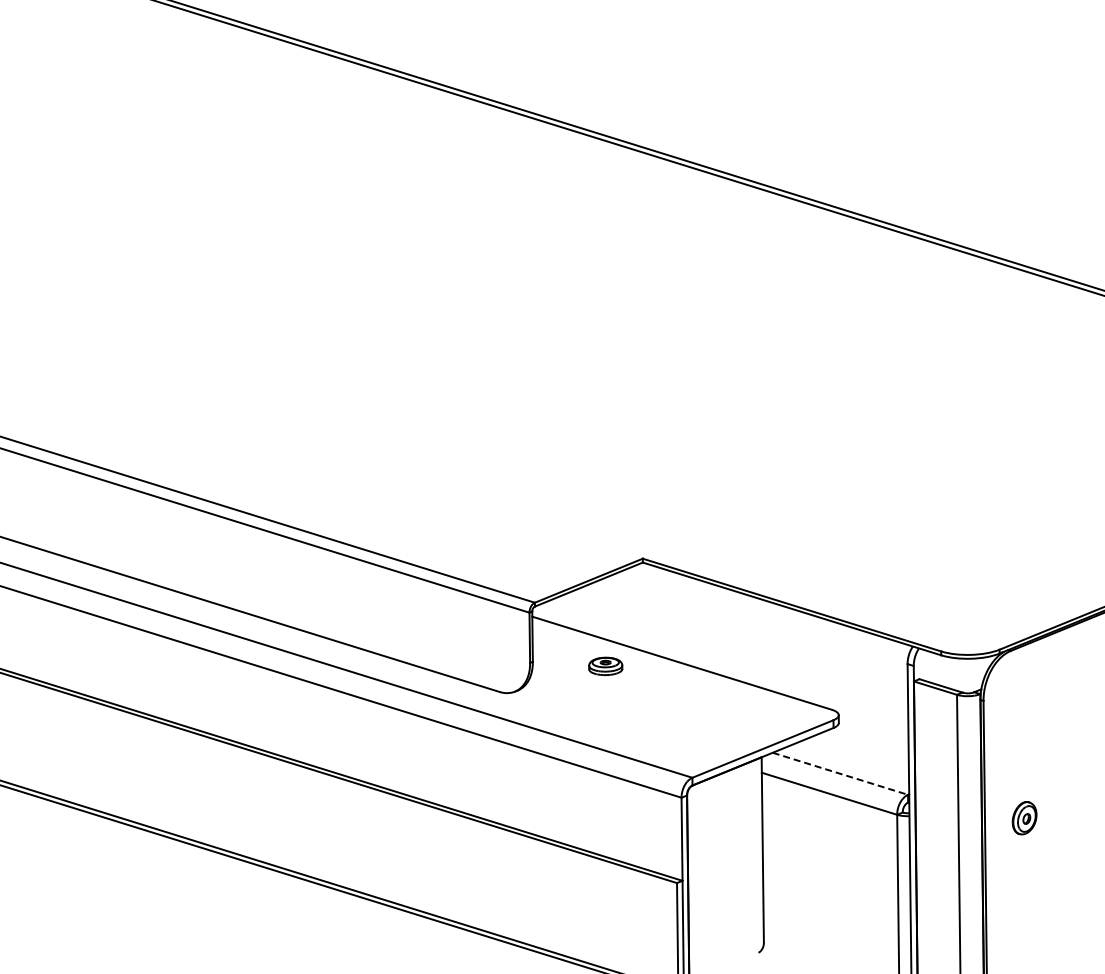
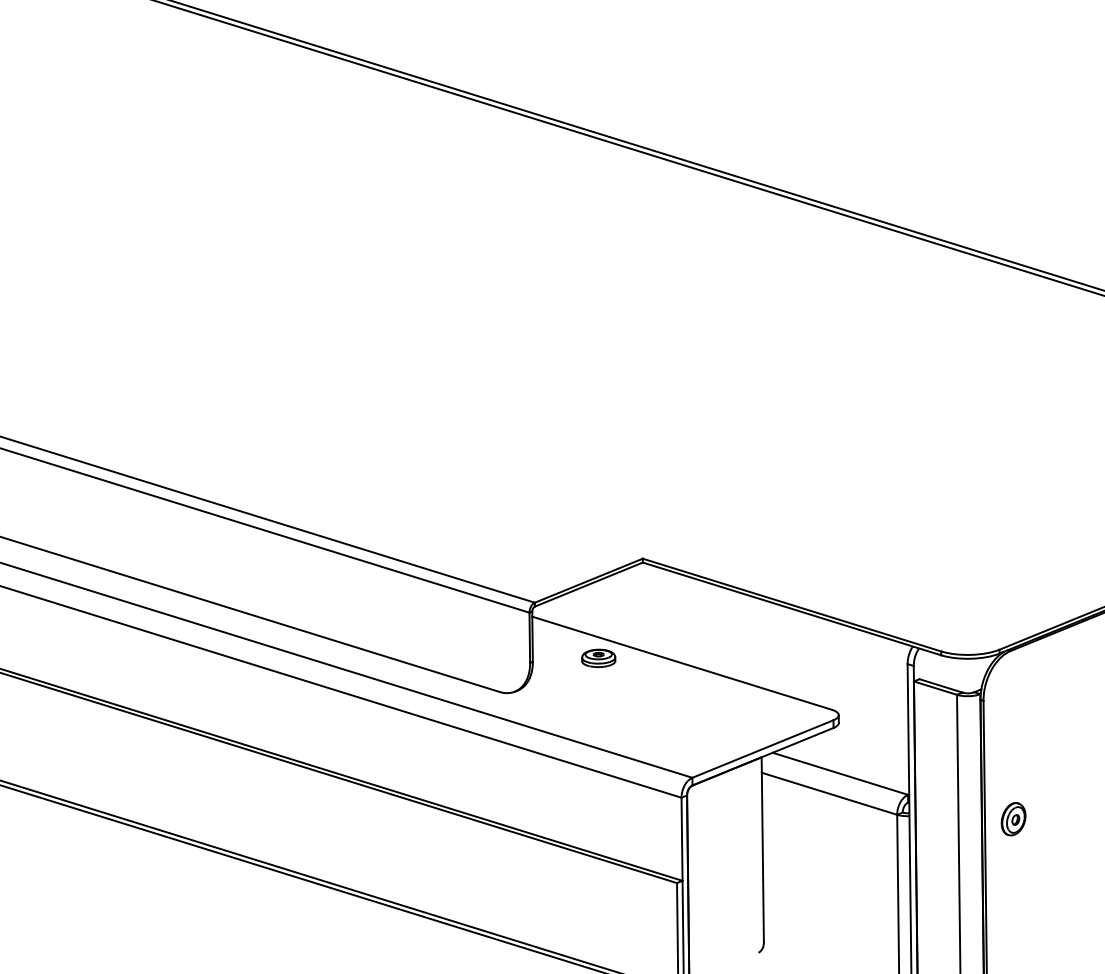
part at (605, 665) position: (605, 665) -> (598, 657)
line at (840, 773): dashed -> solid
part at (1024, 818) position: (1024, 818) -> (1013, 819)
